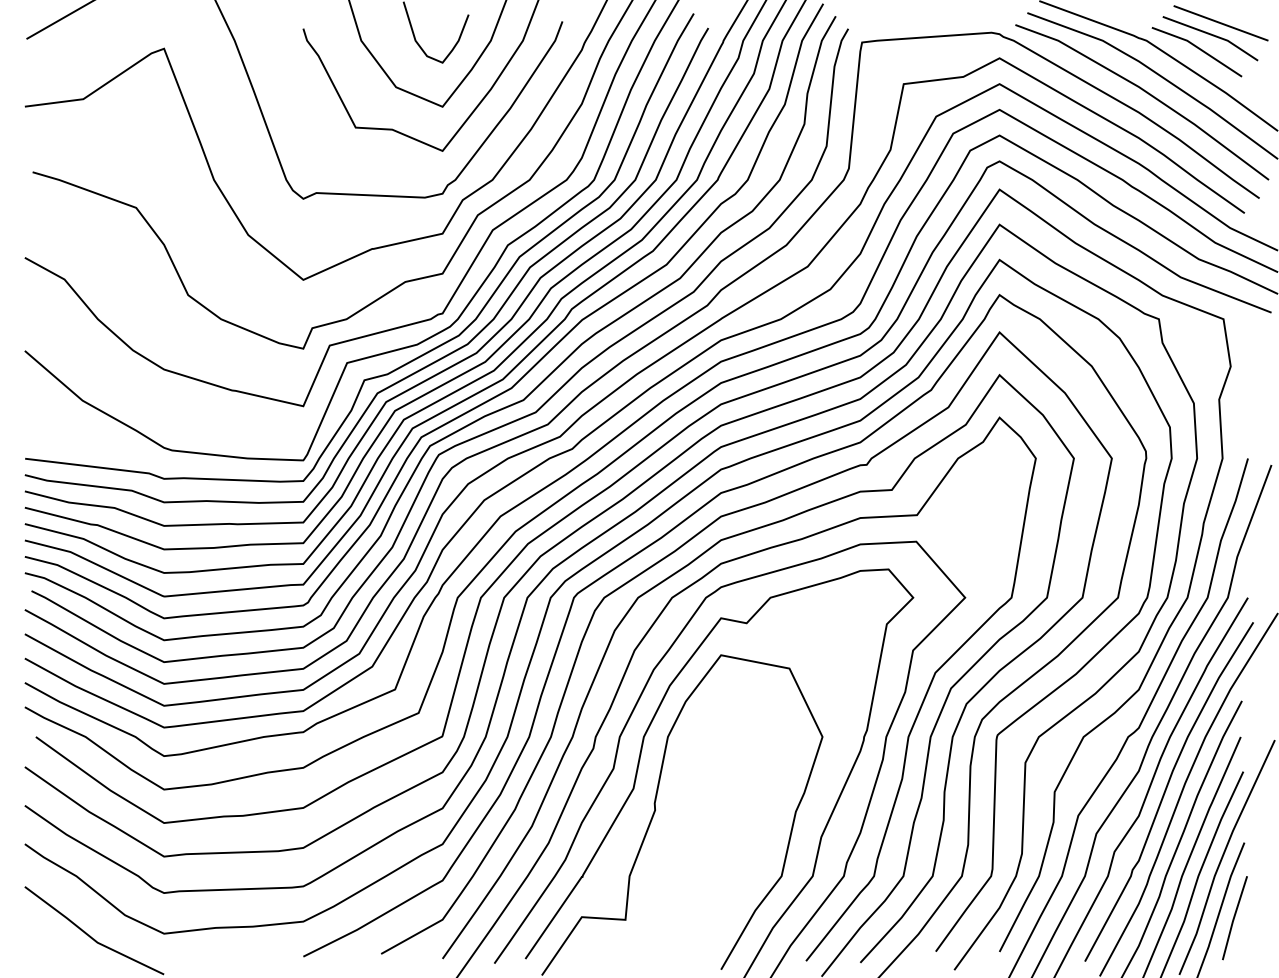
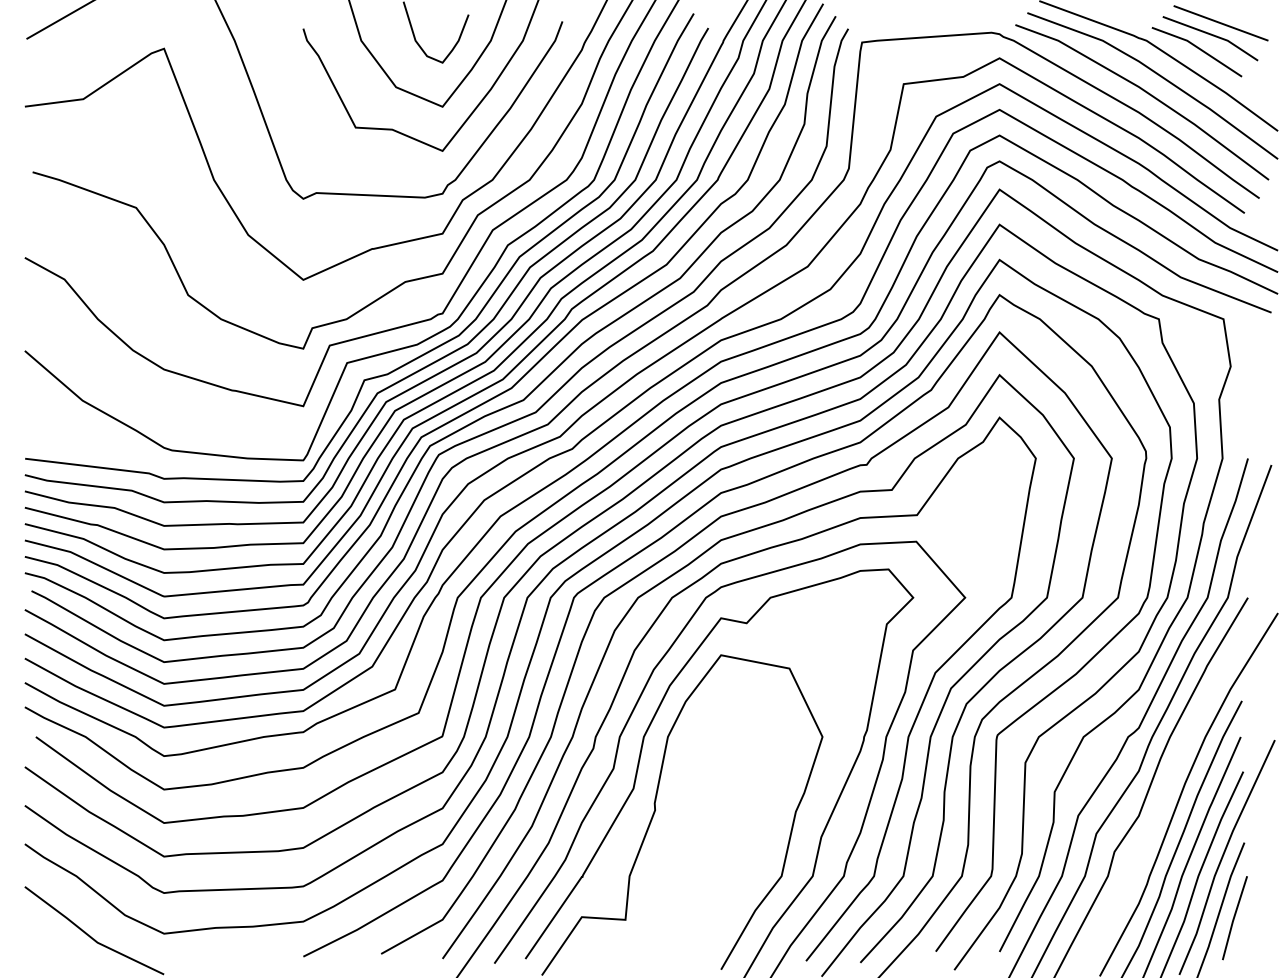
curve at (1166, 790): present -> none
